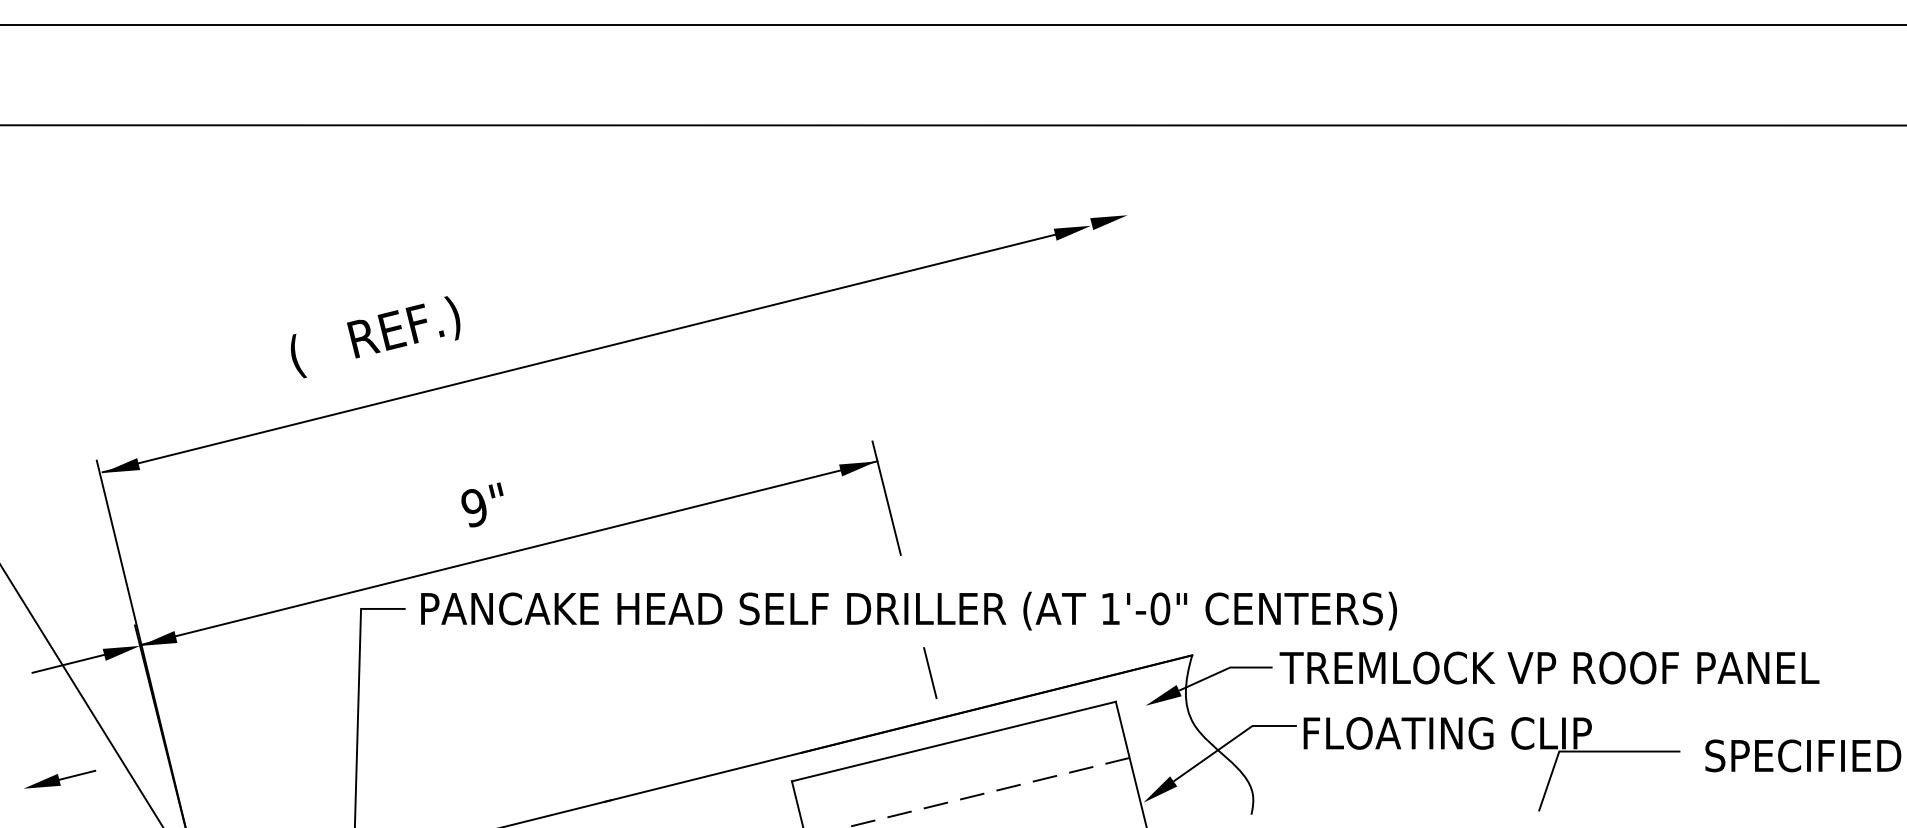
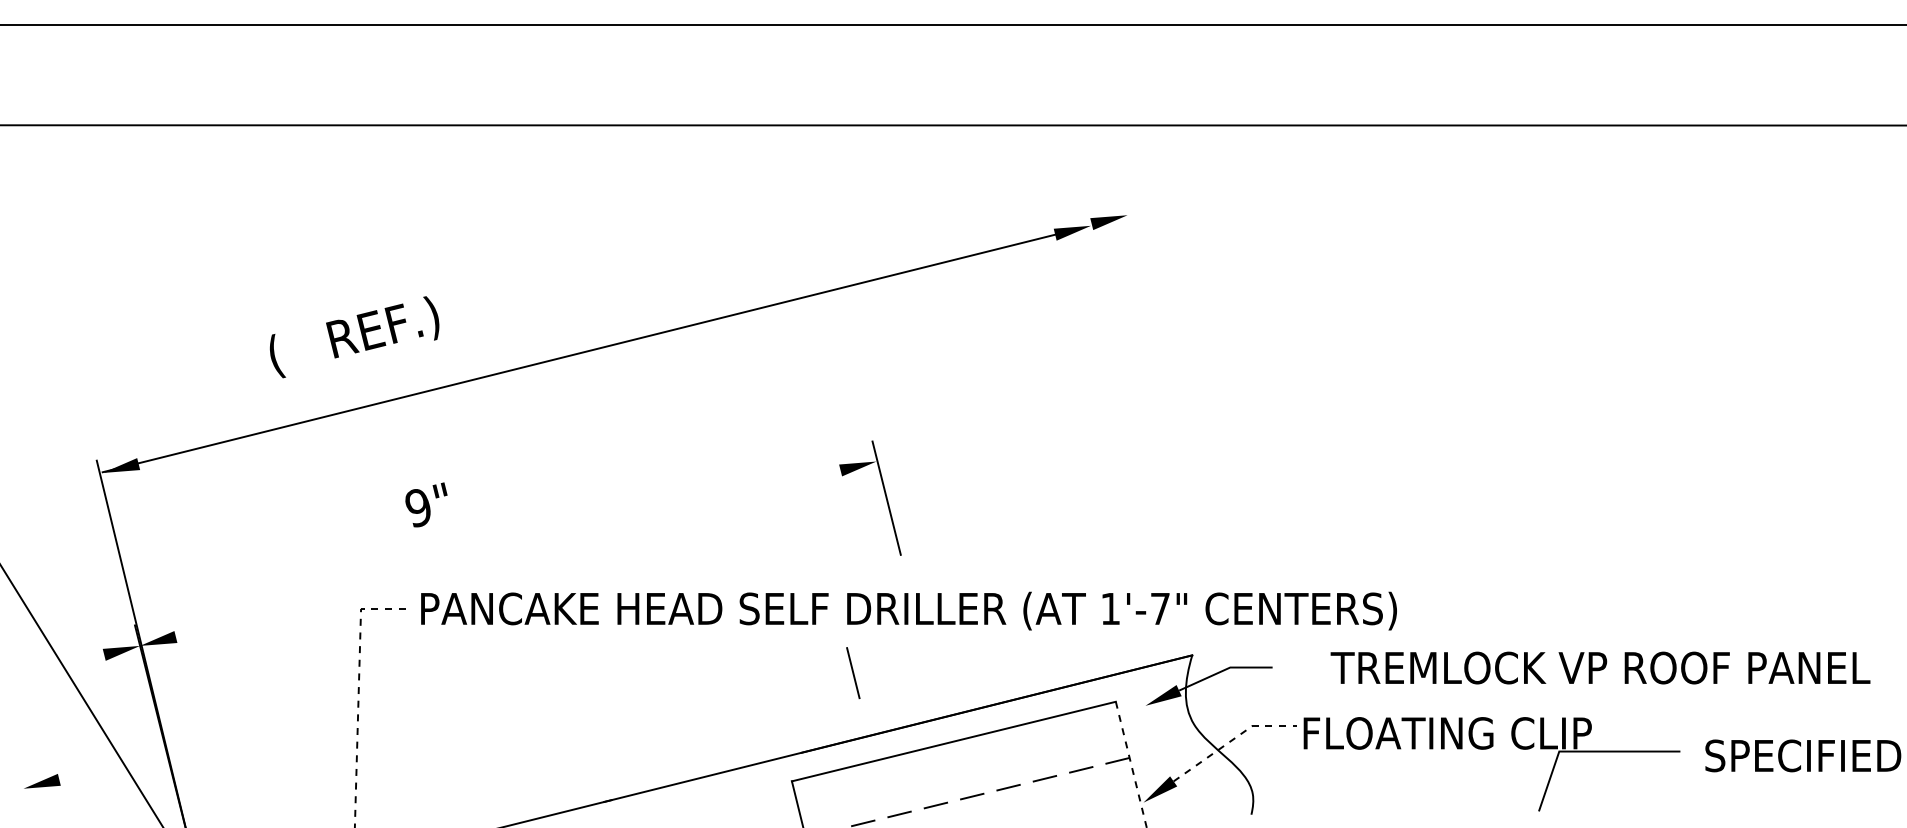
text at (375, 337) position: (375, 337) -> (354, 337)
text at (482, 504) position: (482, 504) -> (426, 504)
line at (508, 553): present -> none
text at (1160, 608): 1'-0" -> 1'-7"
line at (68, 663): present -> none
text at (1549, 667) position: (1549, 667) -> (1600, 667)
line at (930, 673) position: (930, 673) -> (853, 673)
line at (358, 694): solid -> dashed
line at (1232, 740): solid -> dashed
line at (1131, 764): solid -> dashed
line at (77, 774): present -> none
